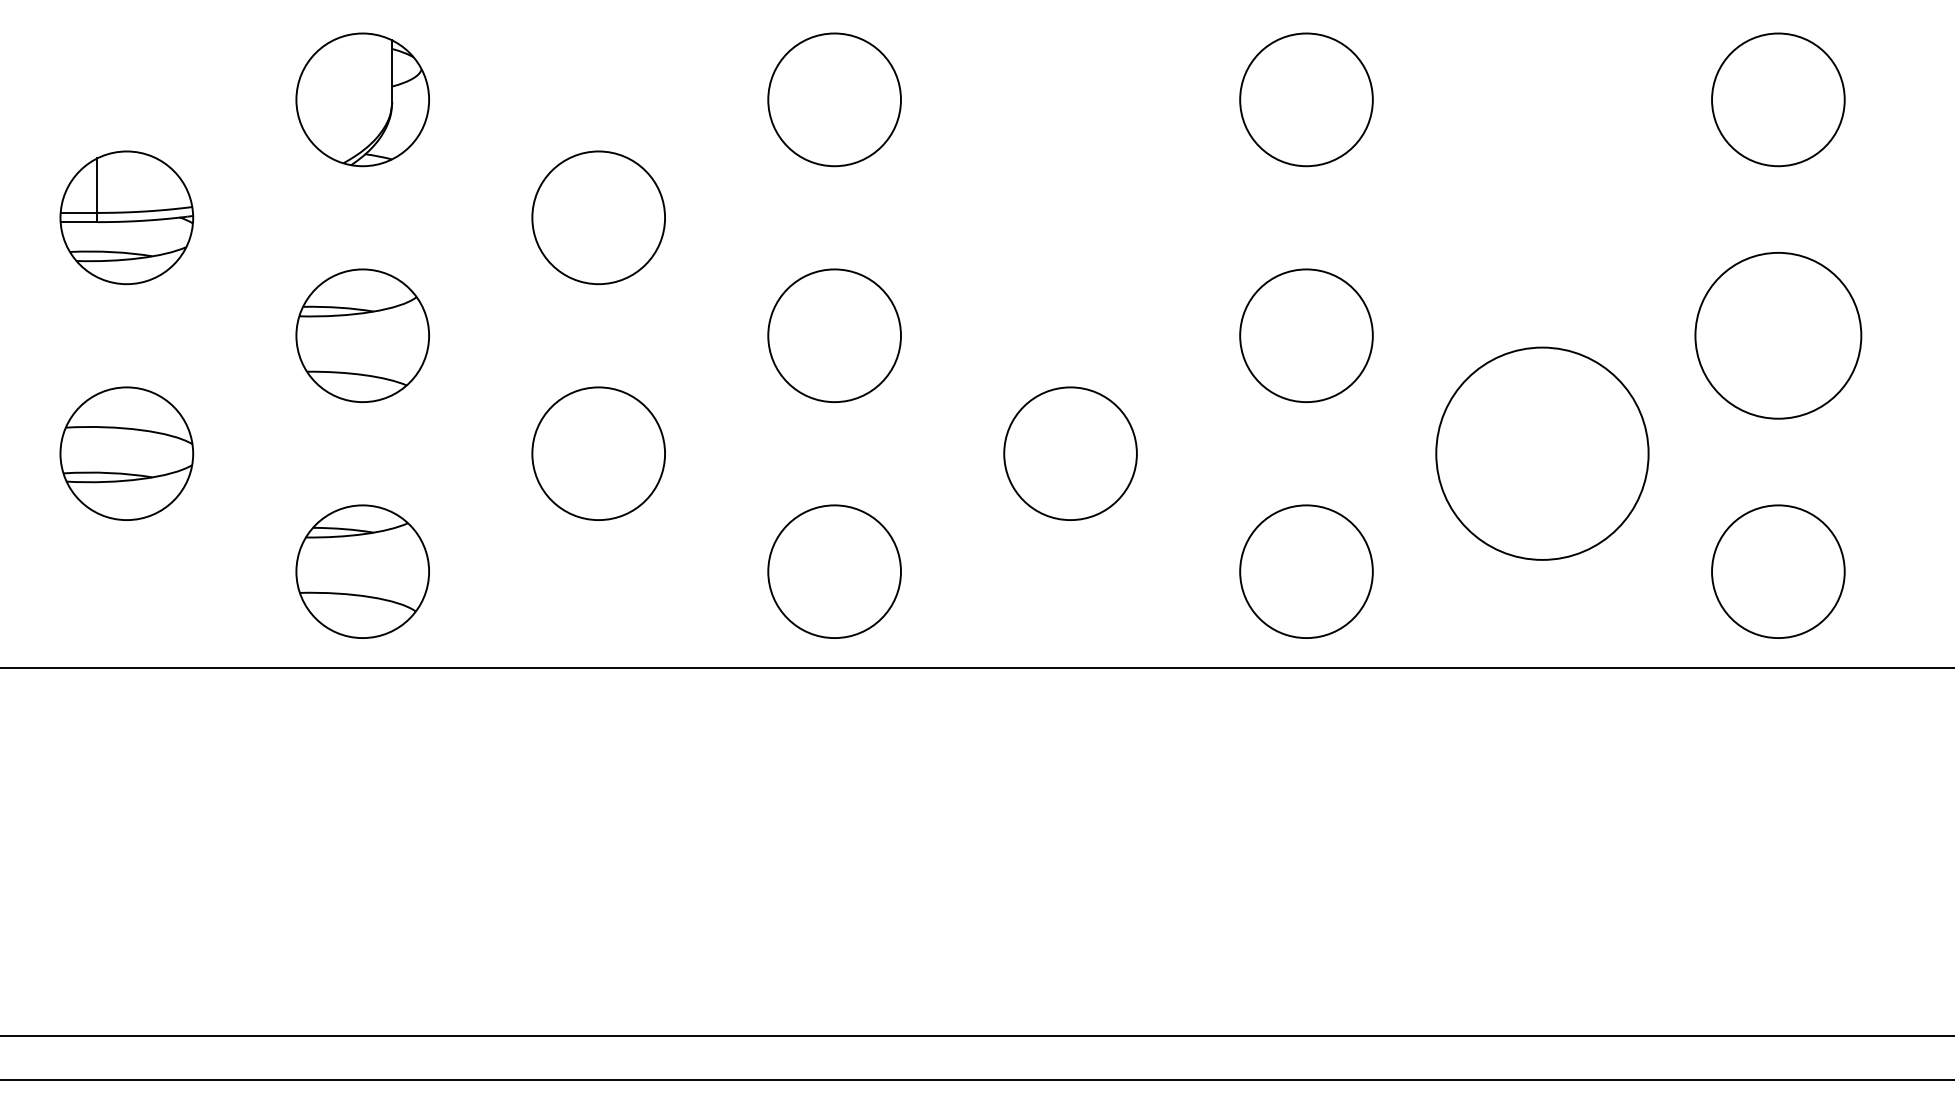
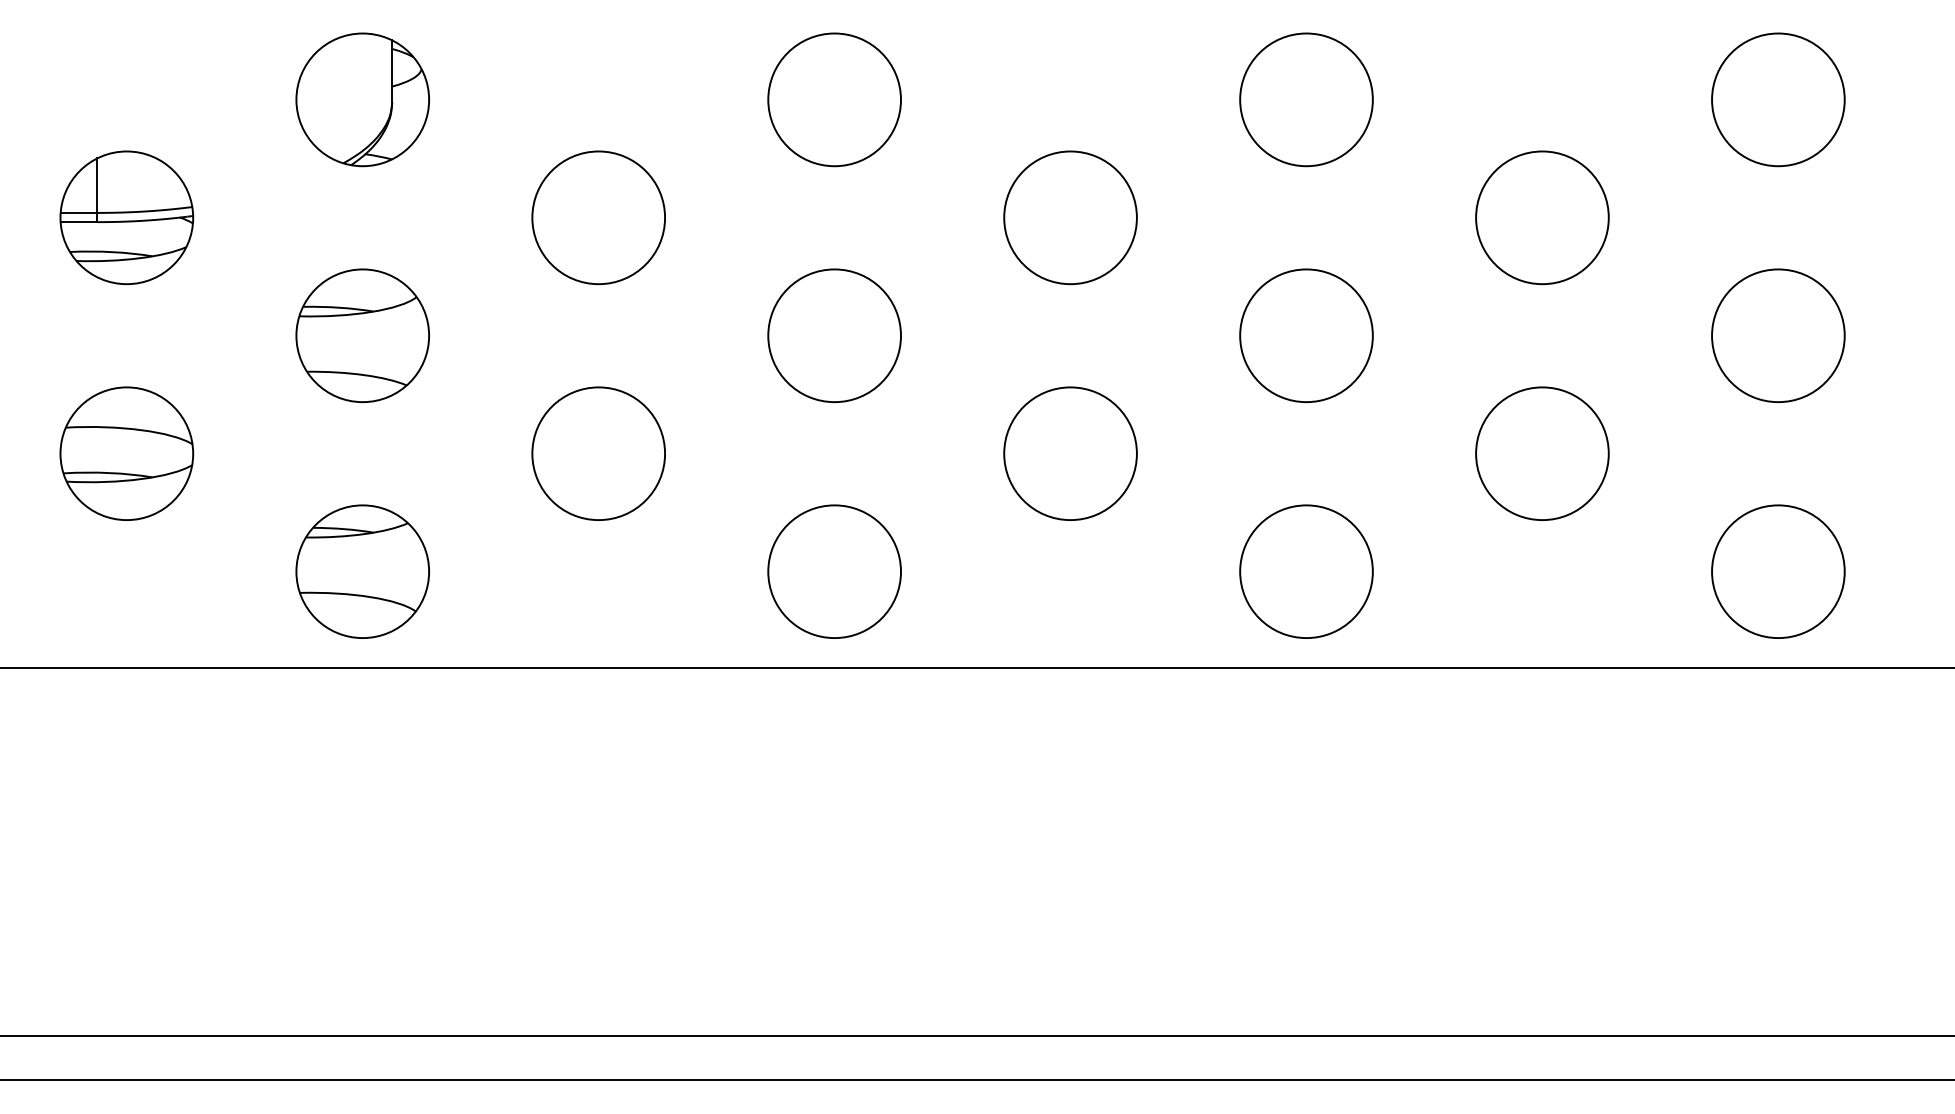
circle at (1070, 217): none -> present
circle at (1542, 217): none -> present
circle at (1778, 335) diameter: 166 px -> 133 px
circle at (1542, 453) diameter: 212 px -> 133 px
